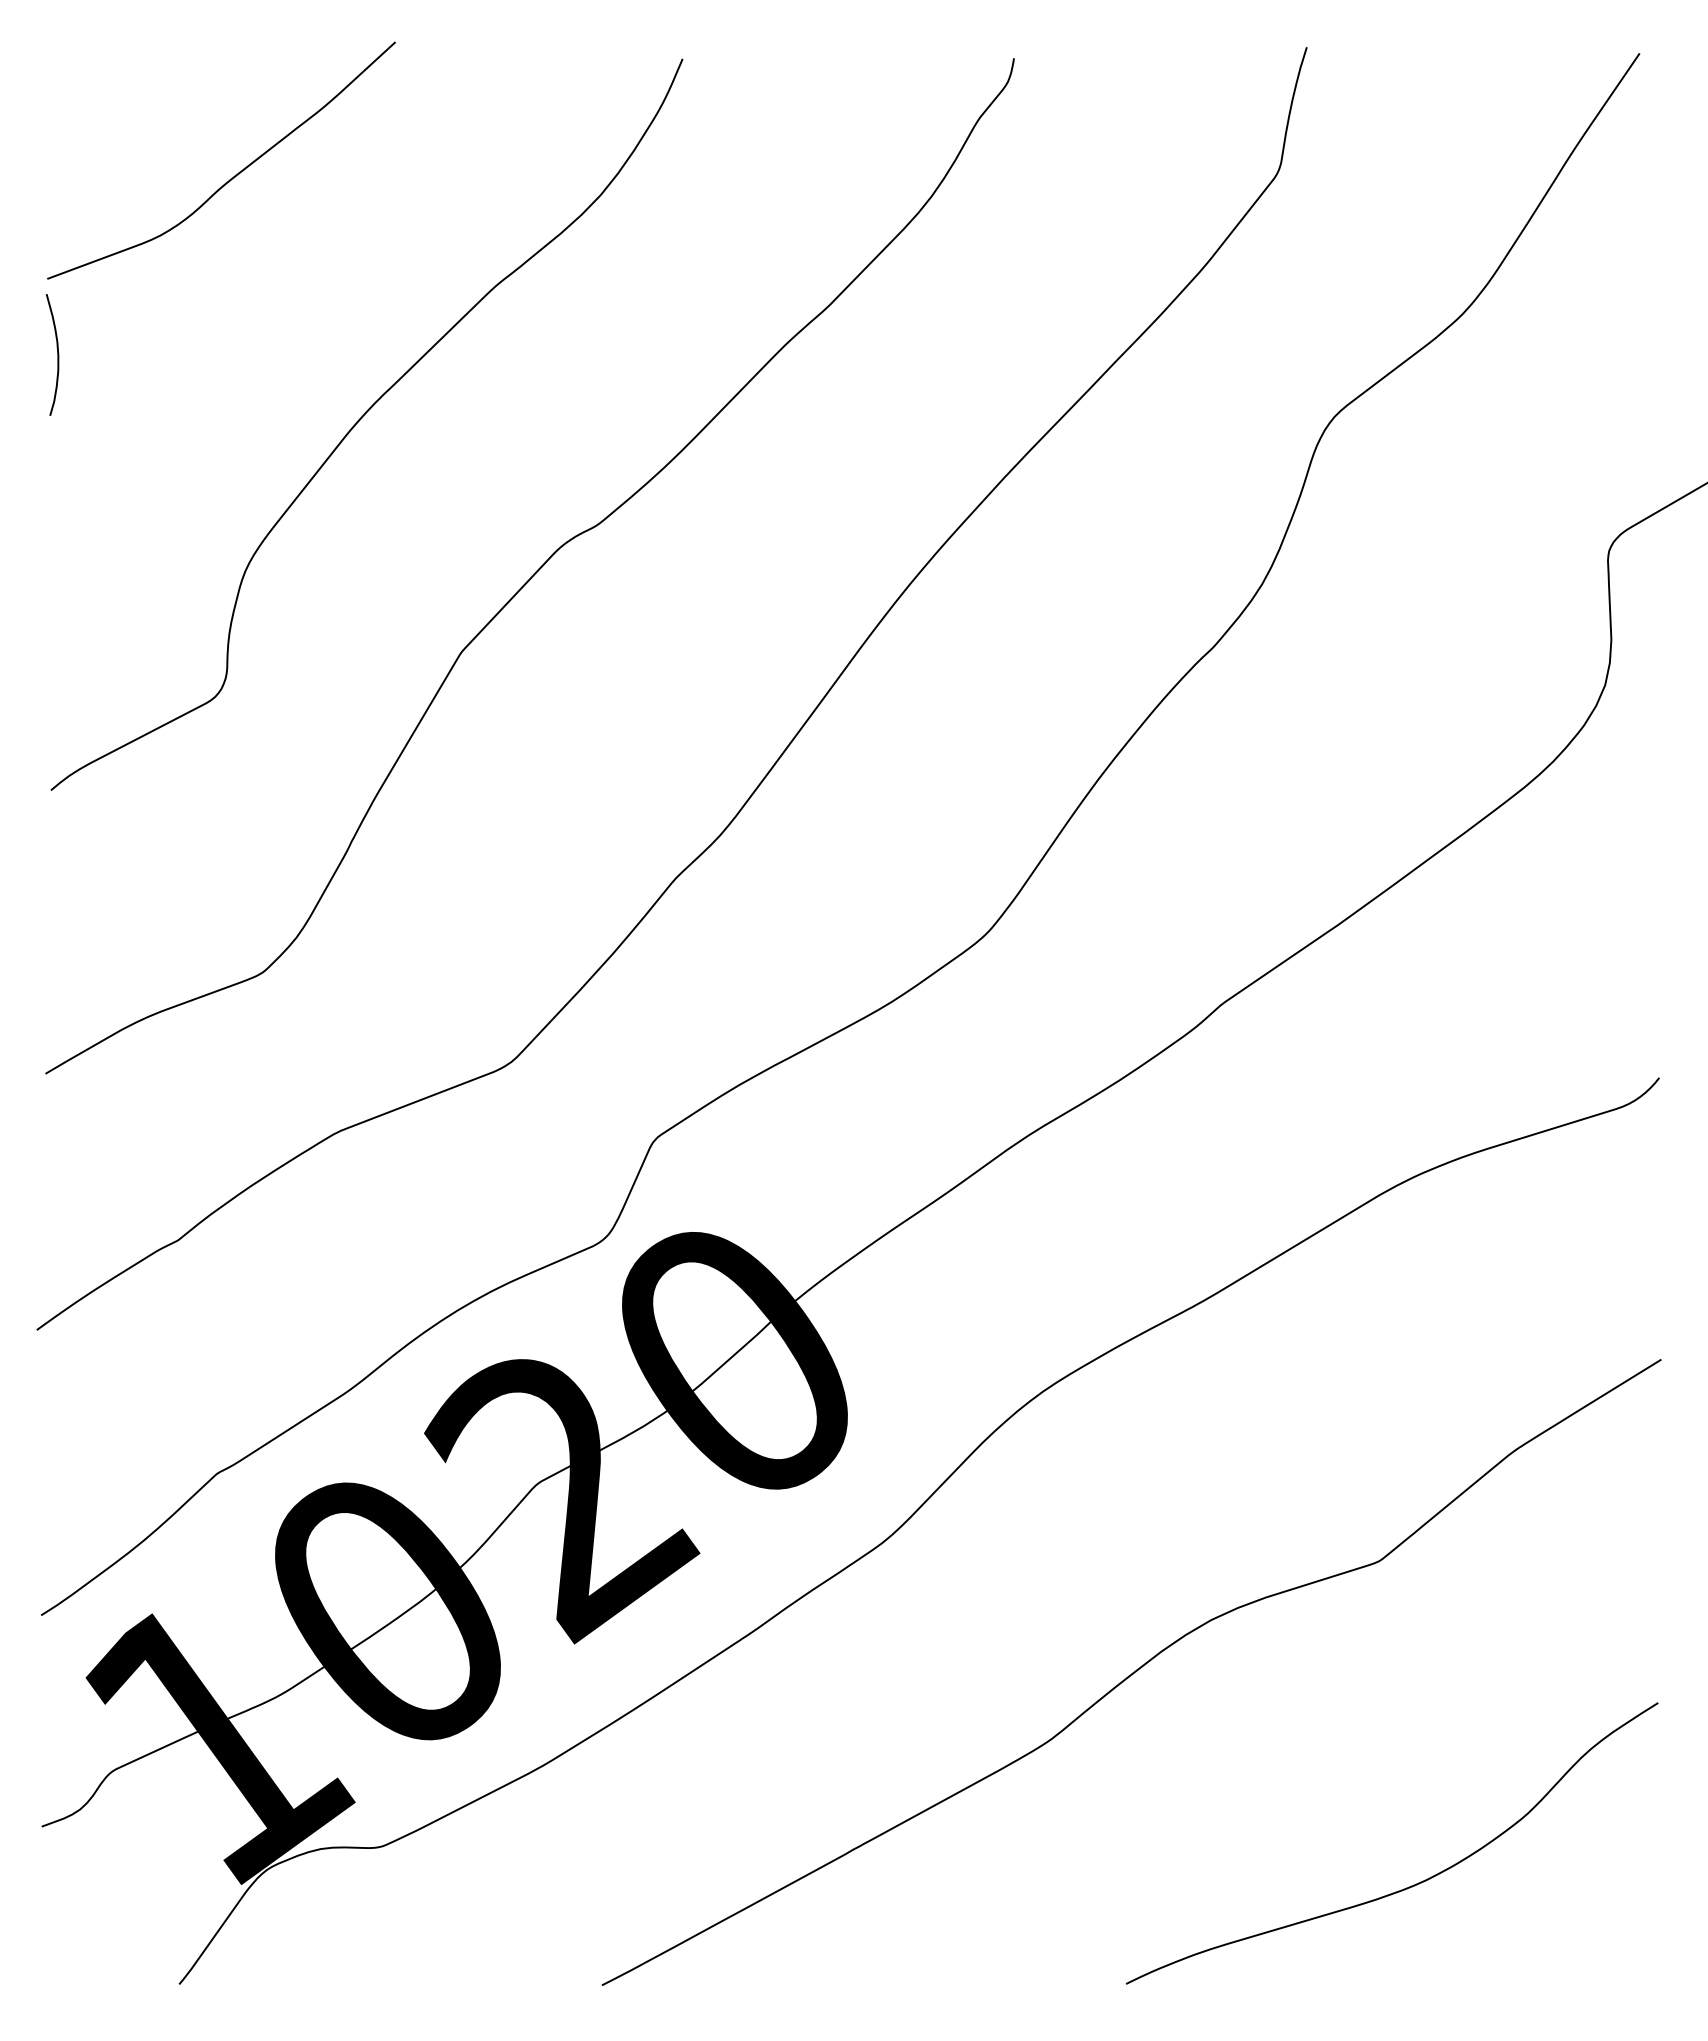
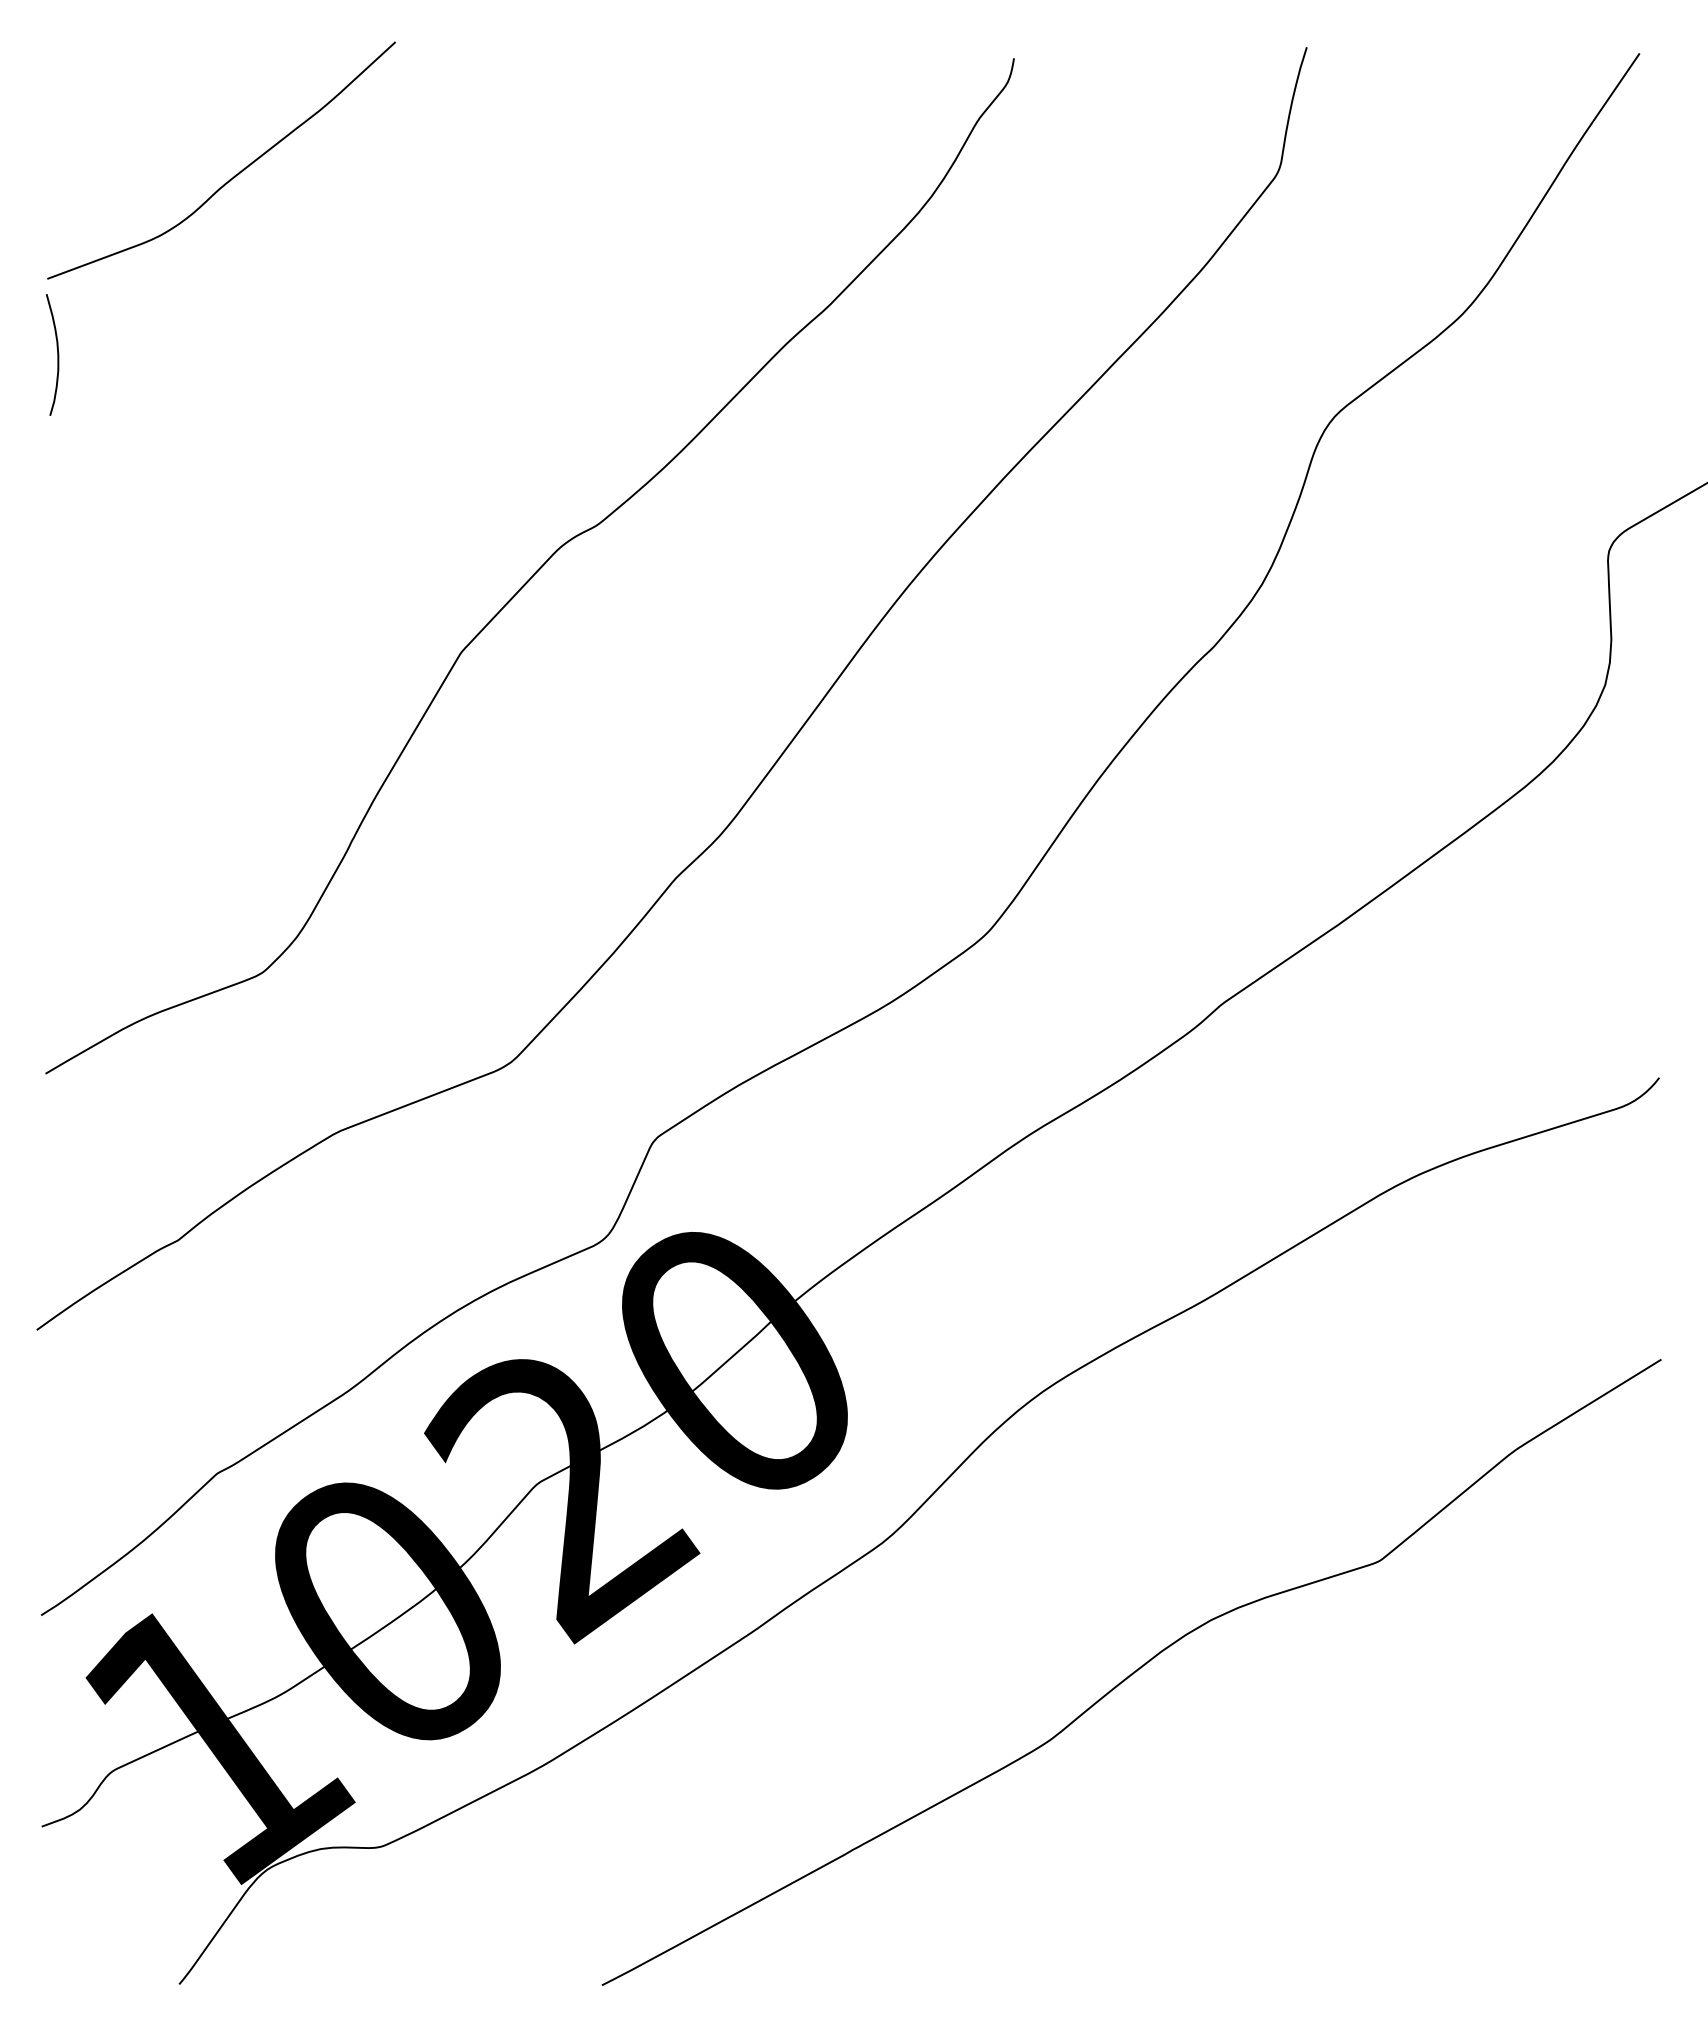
curve at (361, 419): present -> none
curve at (1408, 1886): present -> none
